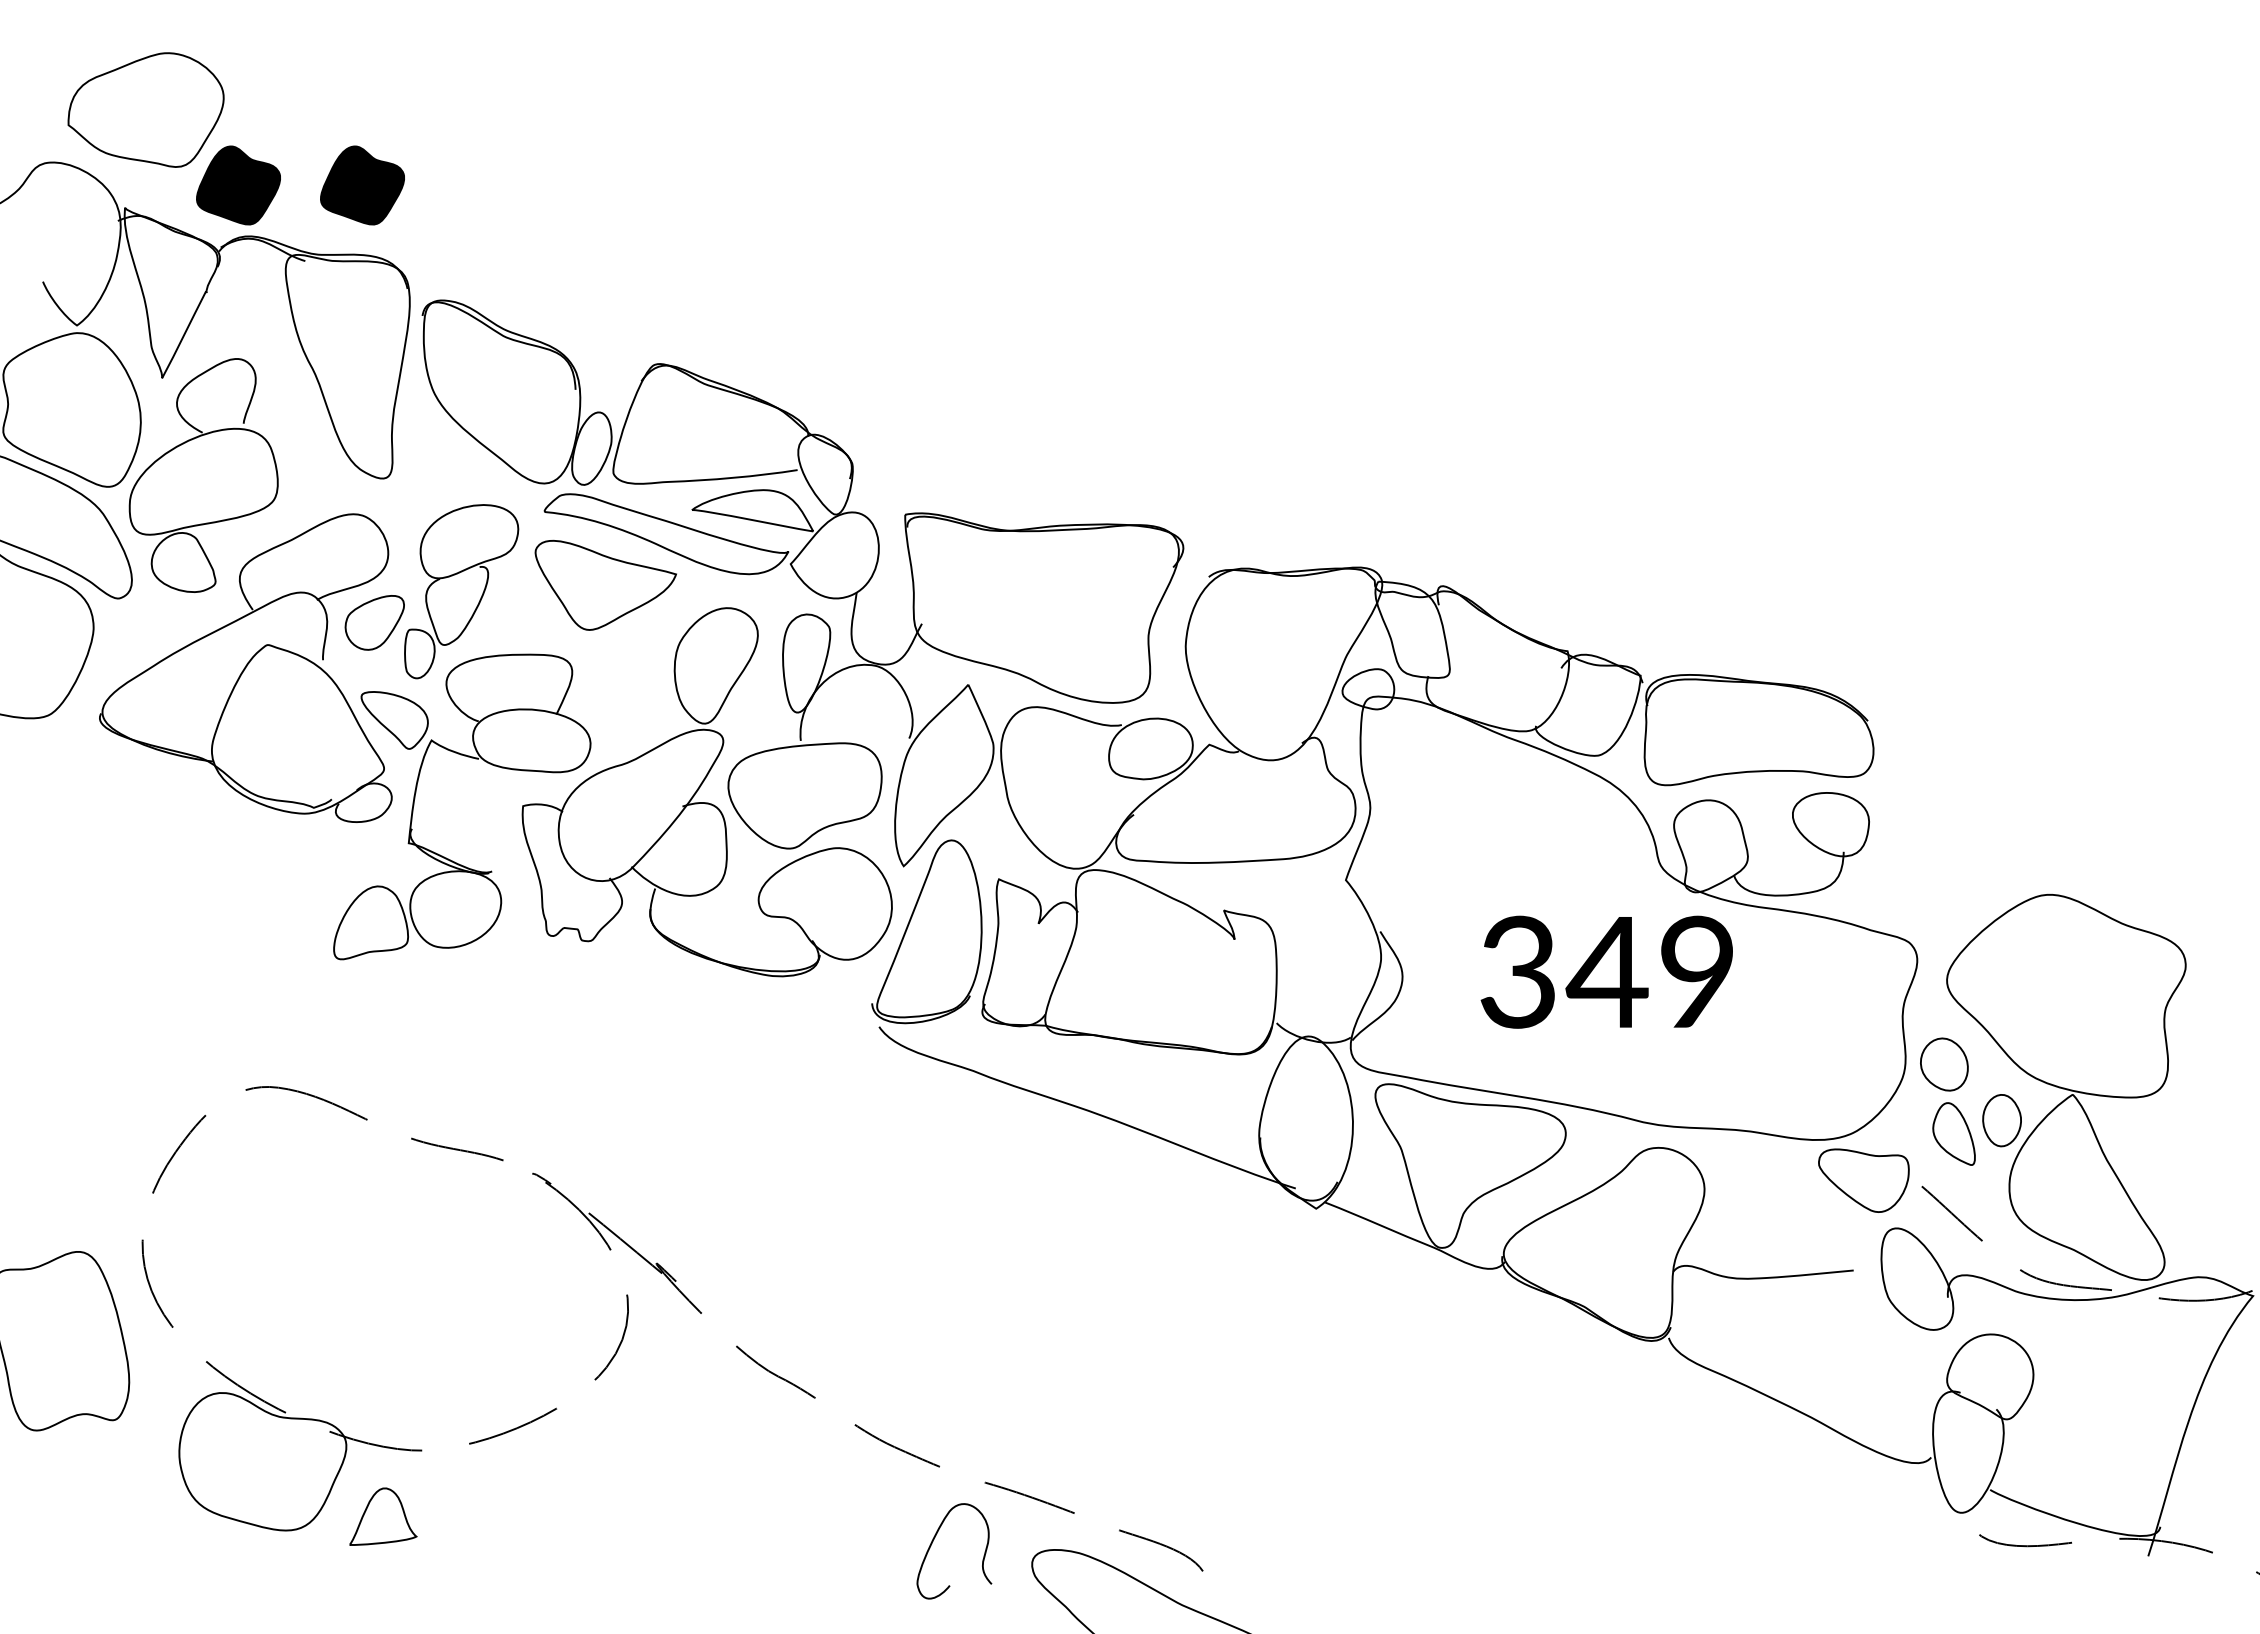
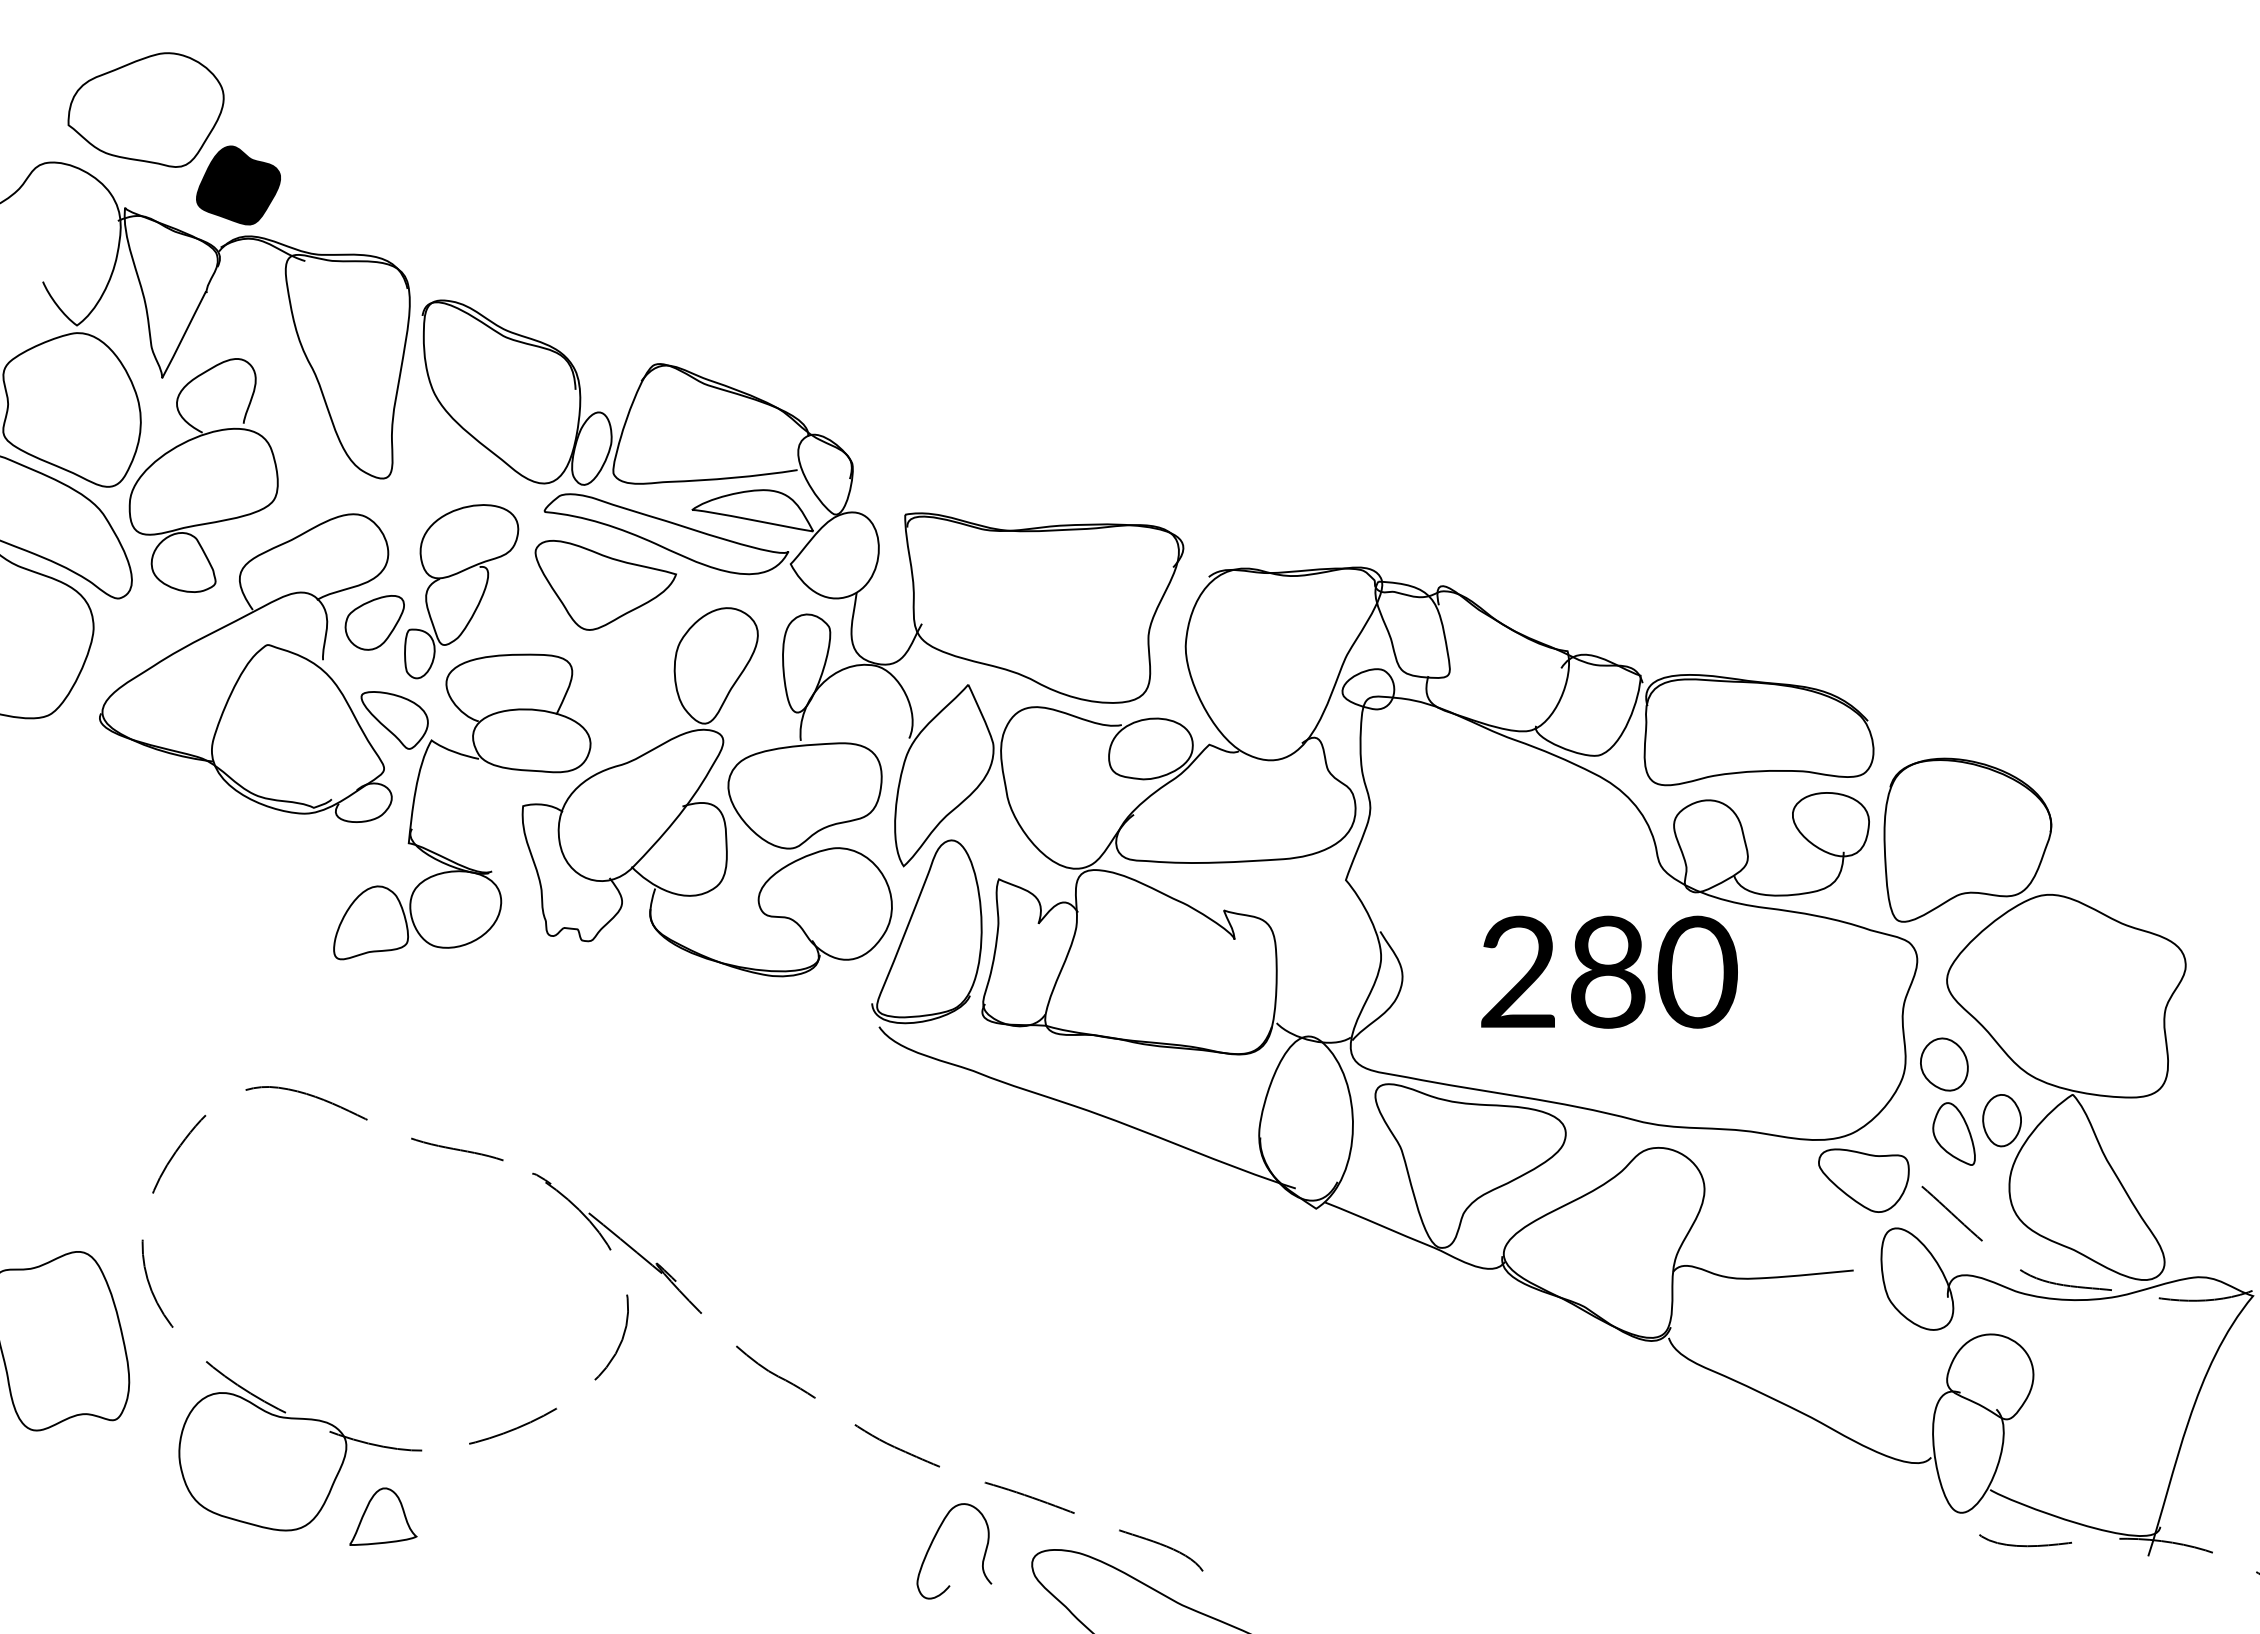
part at (362, 185): present -> none
part at (1967, 839): none -> present
text at (1608, 971): 349 -> 280
